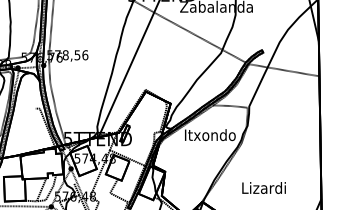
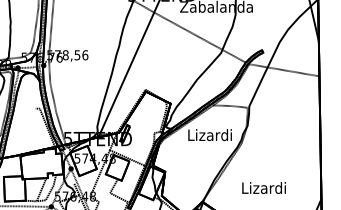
text at (210, 135): Itxondo -> Lizardi
